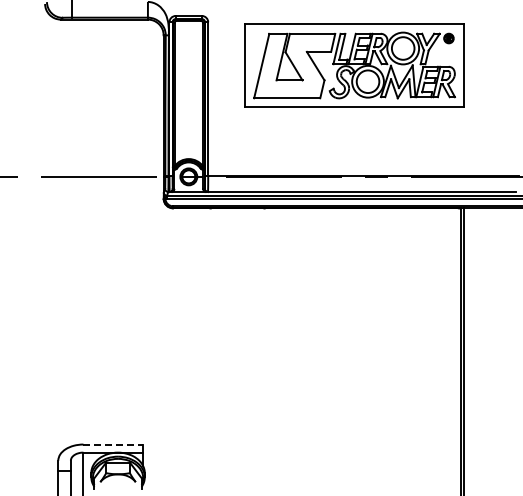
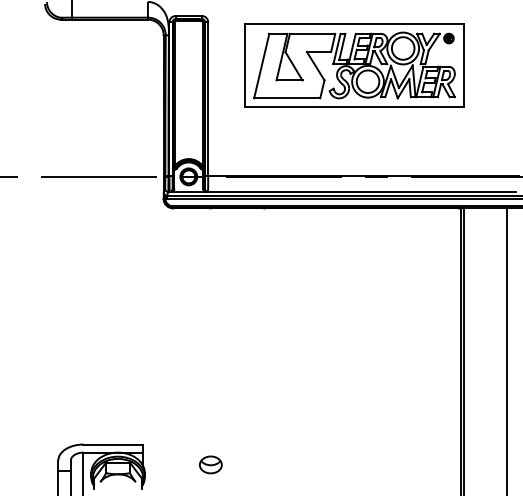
line at (506, 350): none -> present
line at (113, 444): dashed -> solid
part at (210, 464): none -> present
